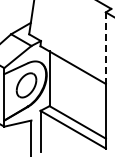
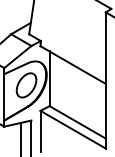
line at (105, 48): dashed -> solid
line at (20, 138): none -> present
